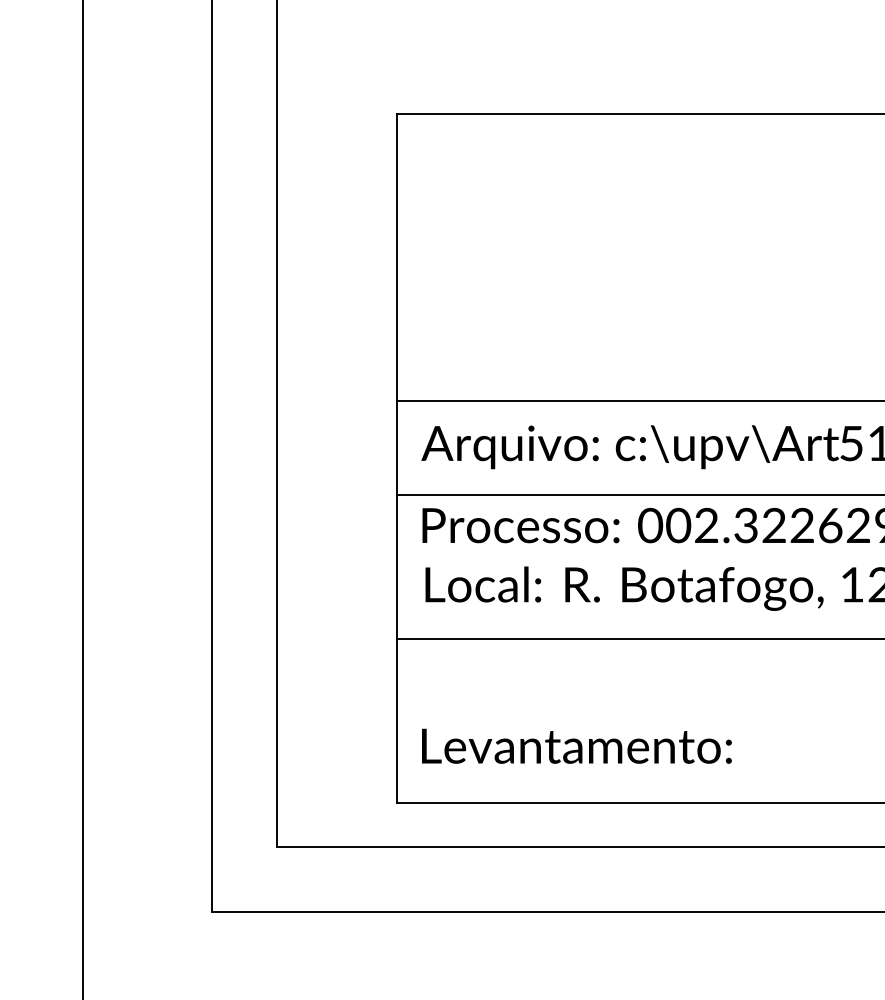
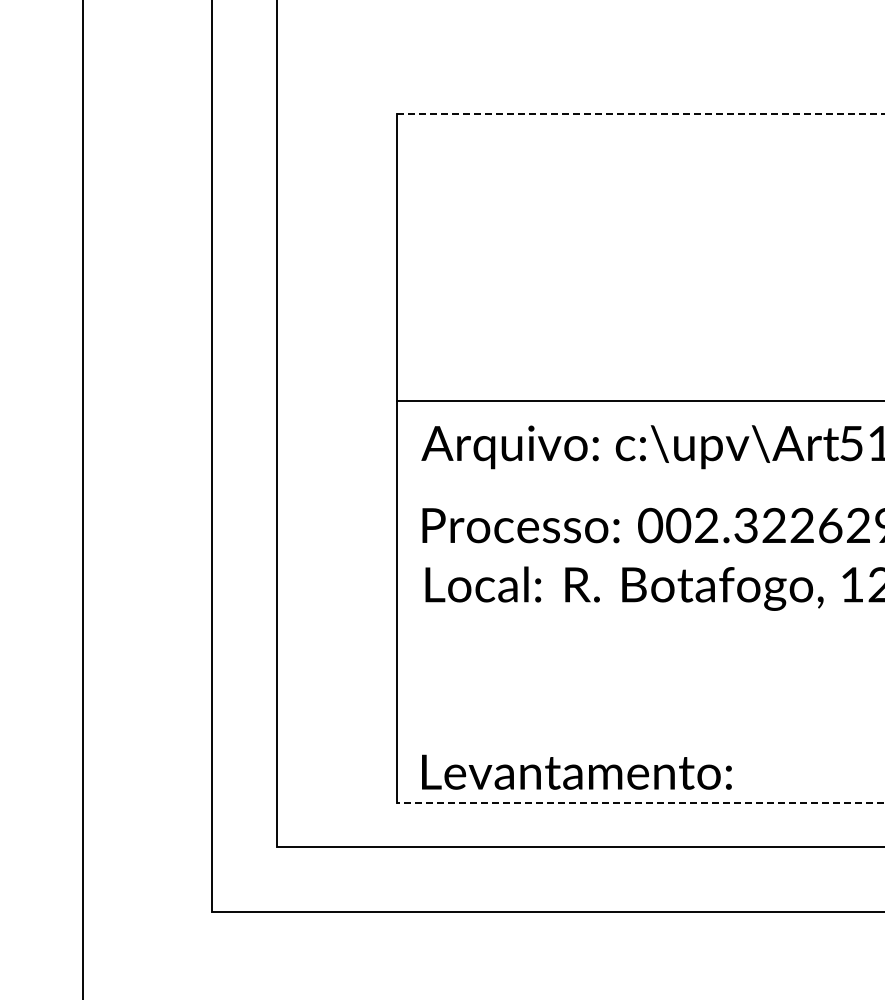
line at (641, 114): solid -> dashed
line at (639, 494): present -> none
line at (639, 639): present -> none
text at (576, 745) position: (576, 745) -> (576, 771)
line at (640, 802): solid -> dashed
